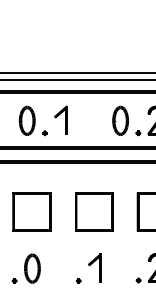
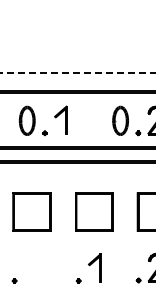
line at (77, 73): solid -> dashed
line at (77, 79): present -> none
part at (32, 268): present -> none
